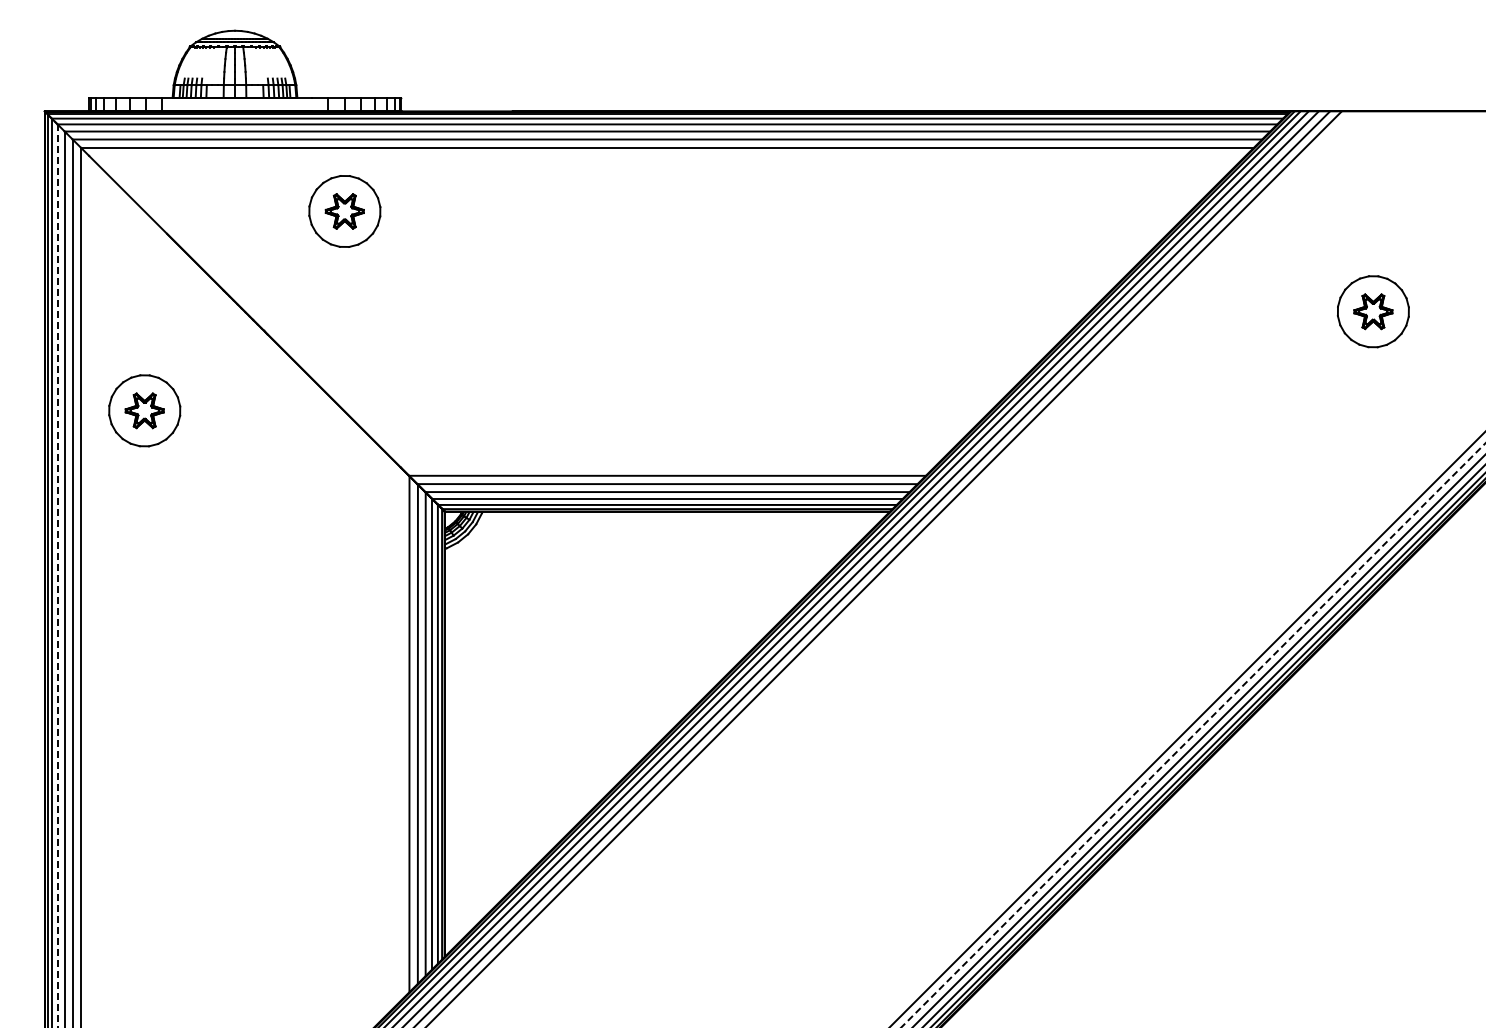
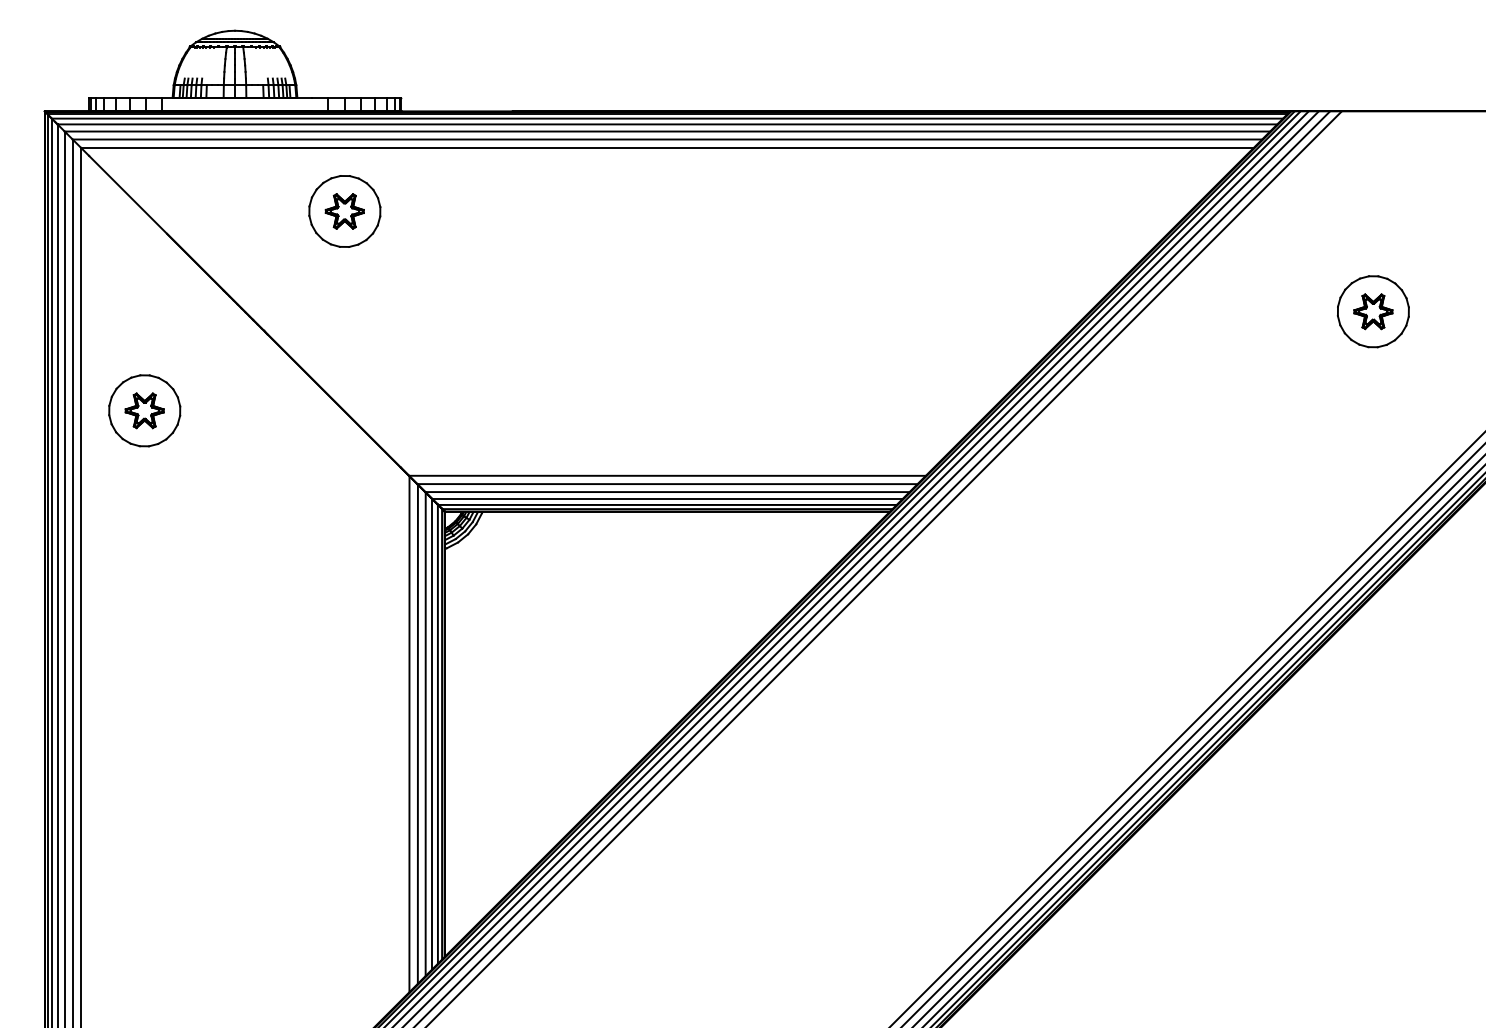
line at (57, 576): dashed -> solid
line at (1193, 734): dashed -> solid
